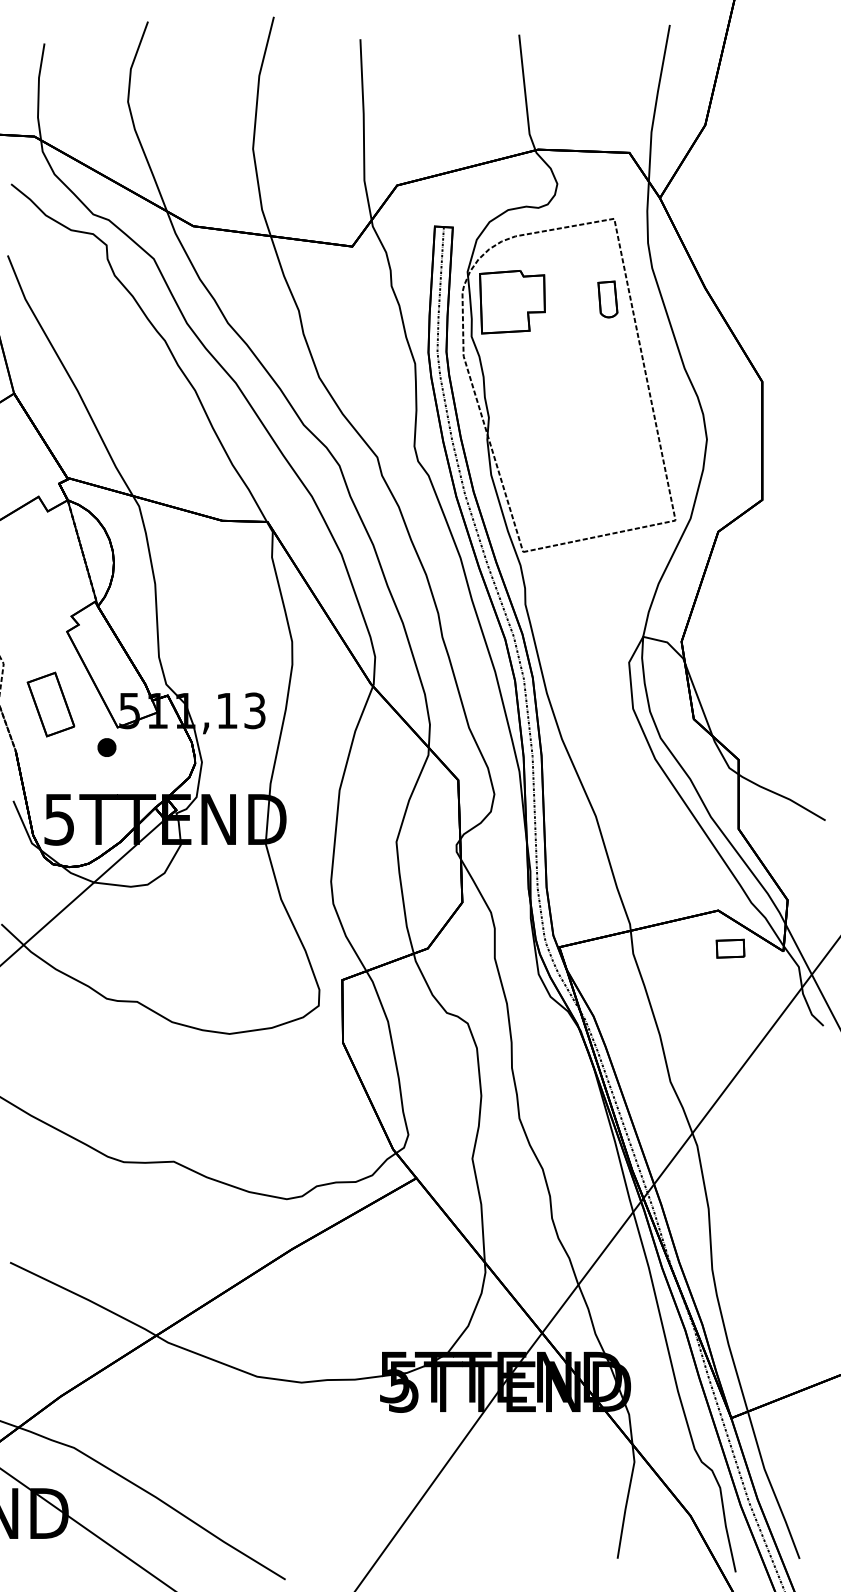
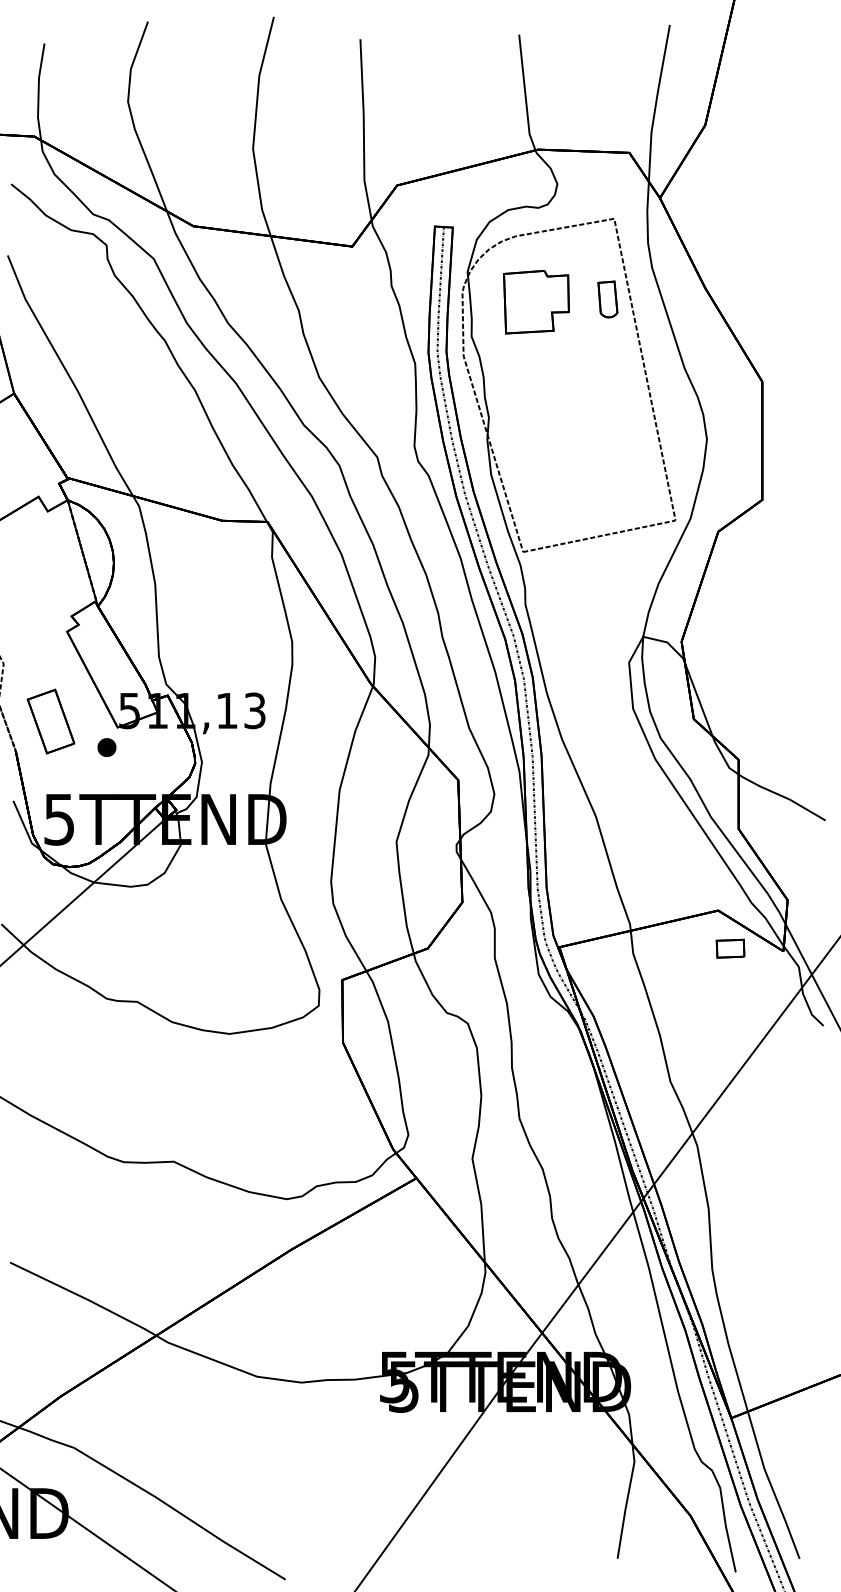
part at (512, 302) position: (512, 302) -> (536, 302)
part at (50, 704) position: (50, 704) -> (50, 721)
